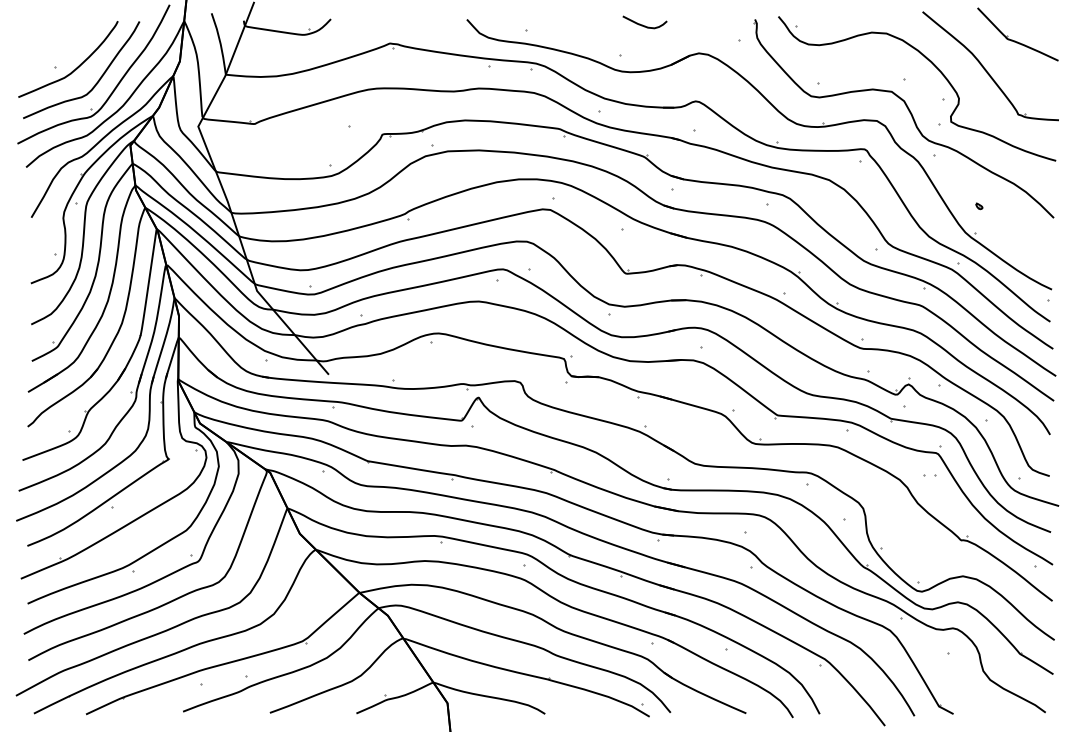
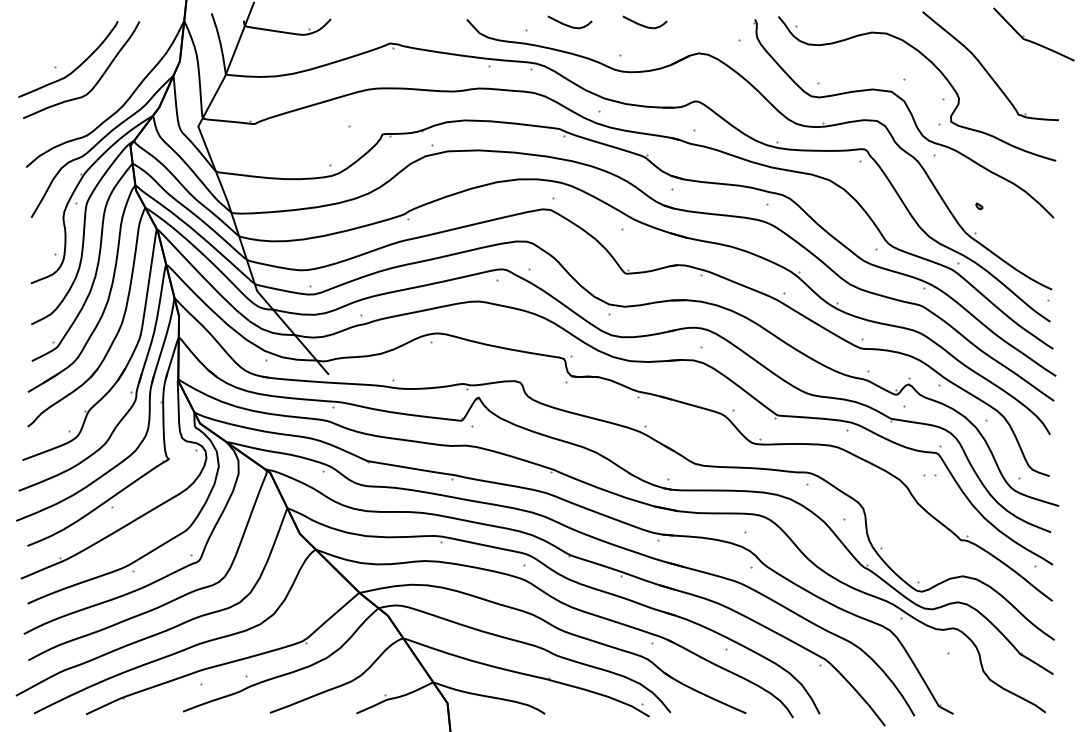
curve at (567, 24): none -> present
part at (1015, 40) position: (1015, 40) -> (1031, 40)
part at (112, 90): present -> none
